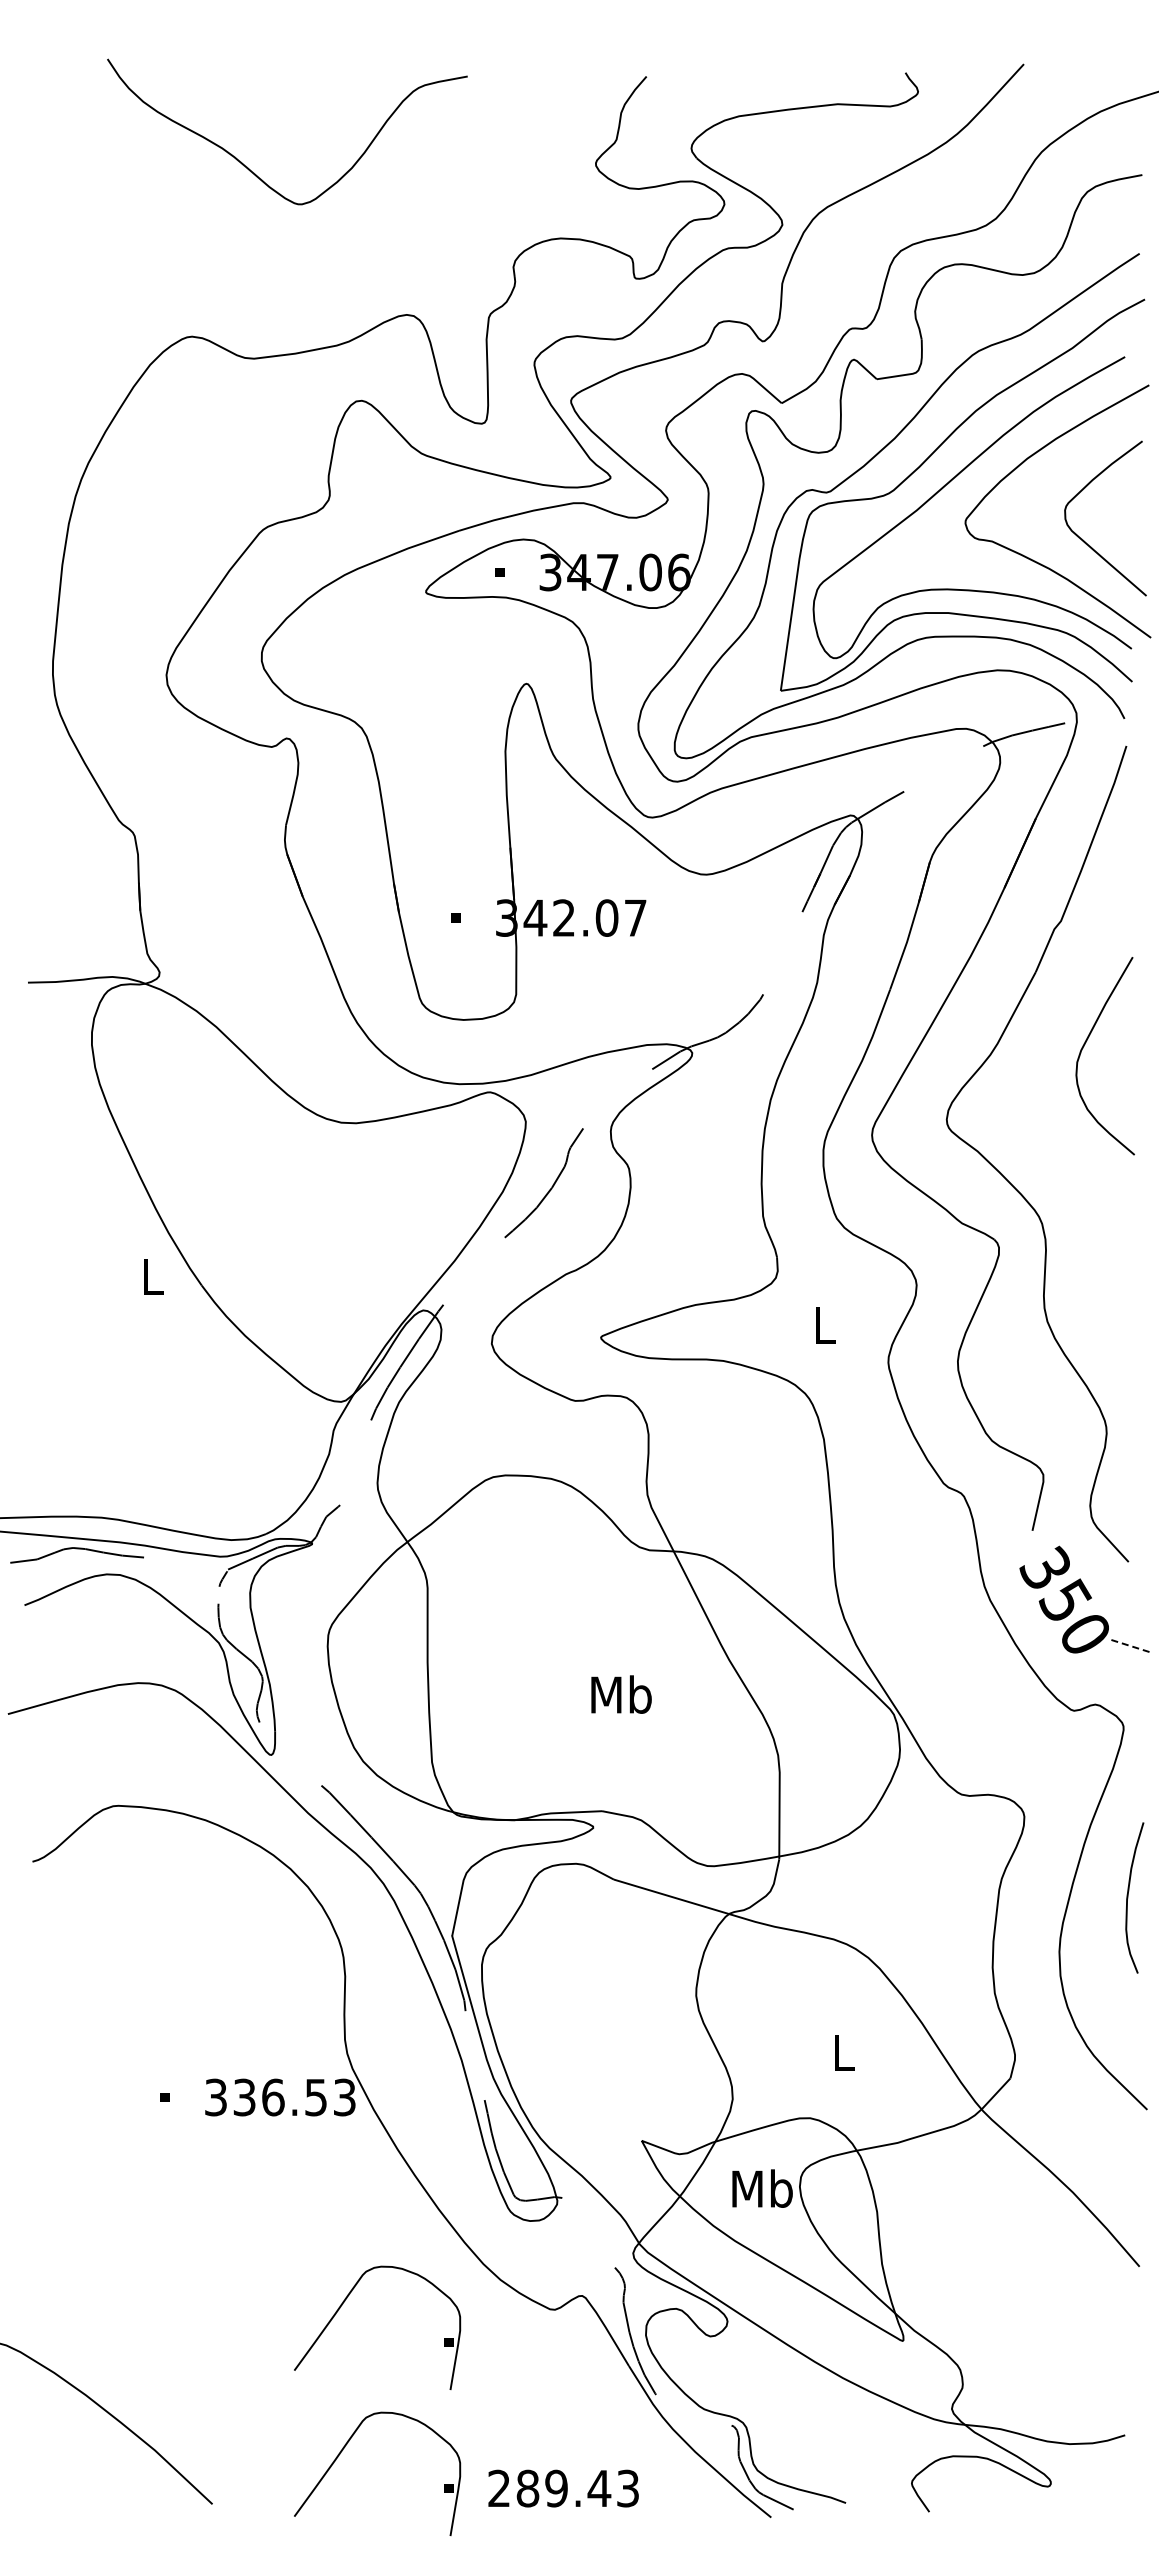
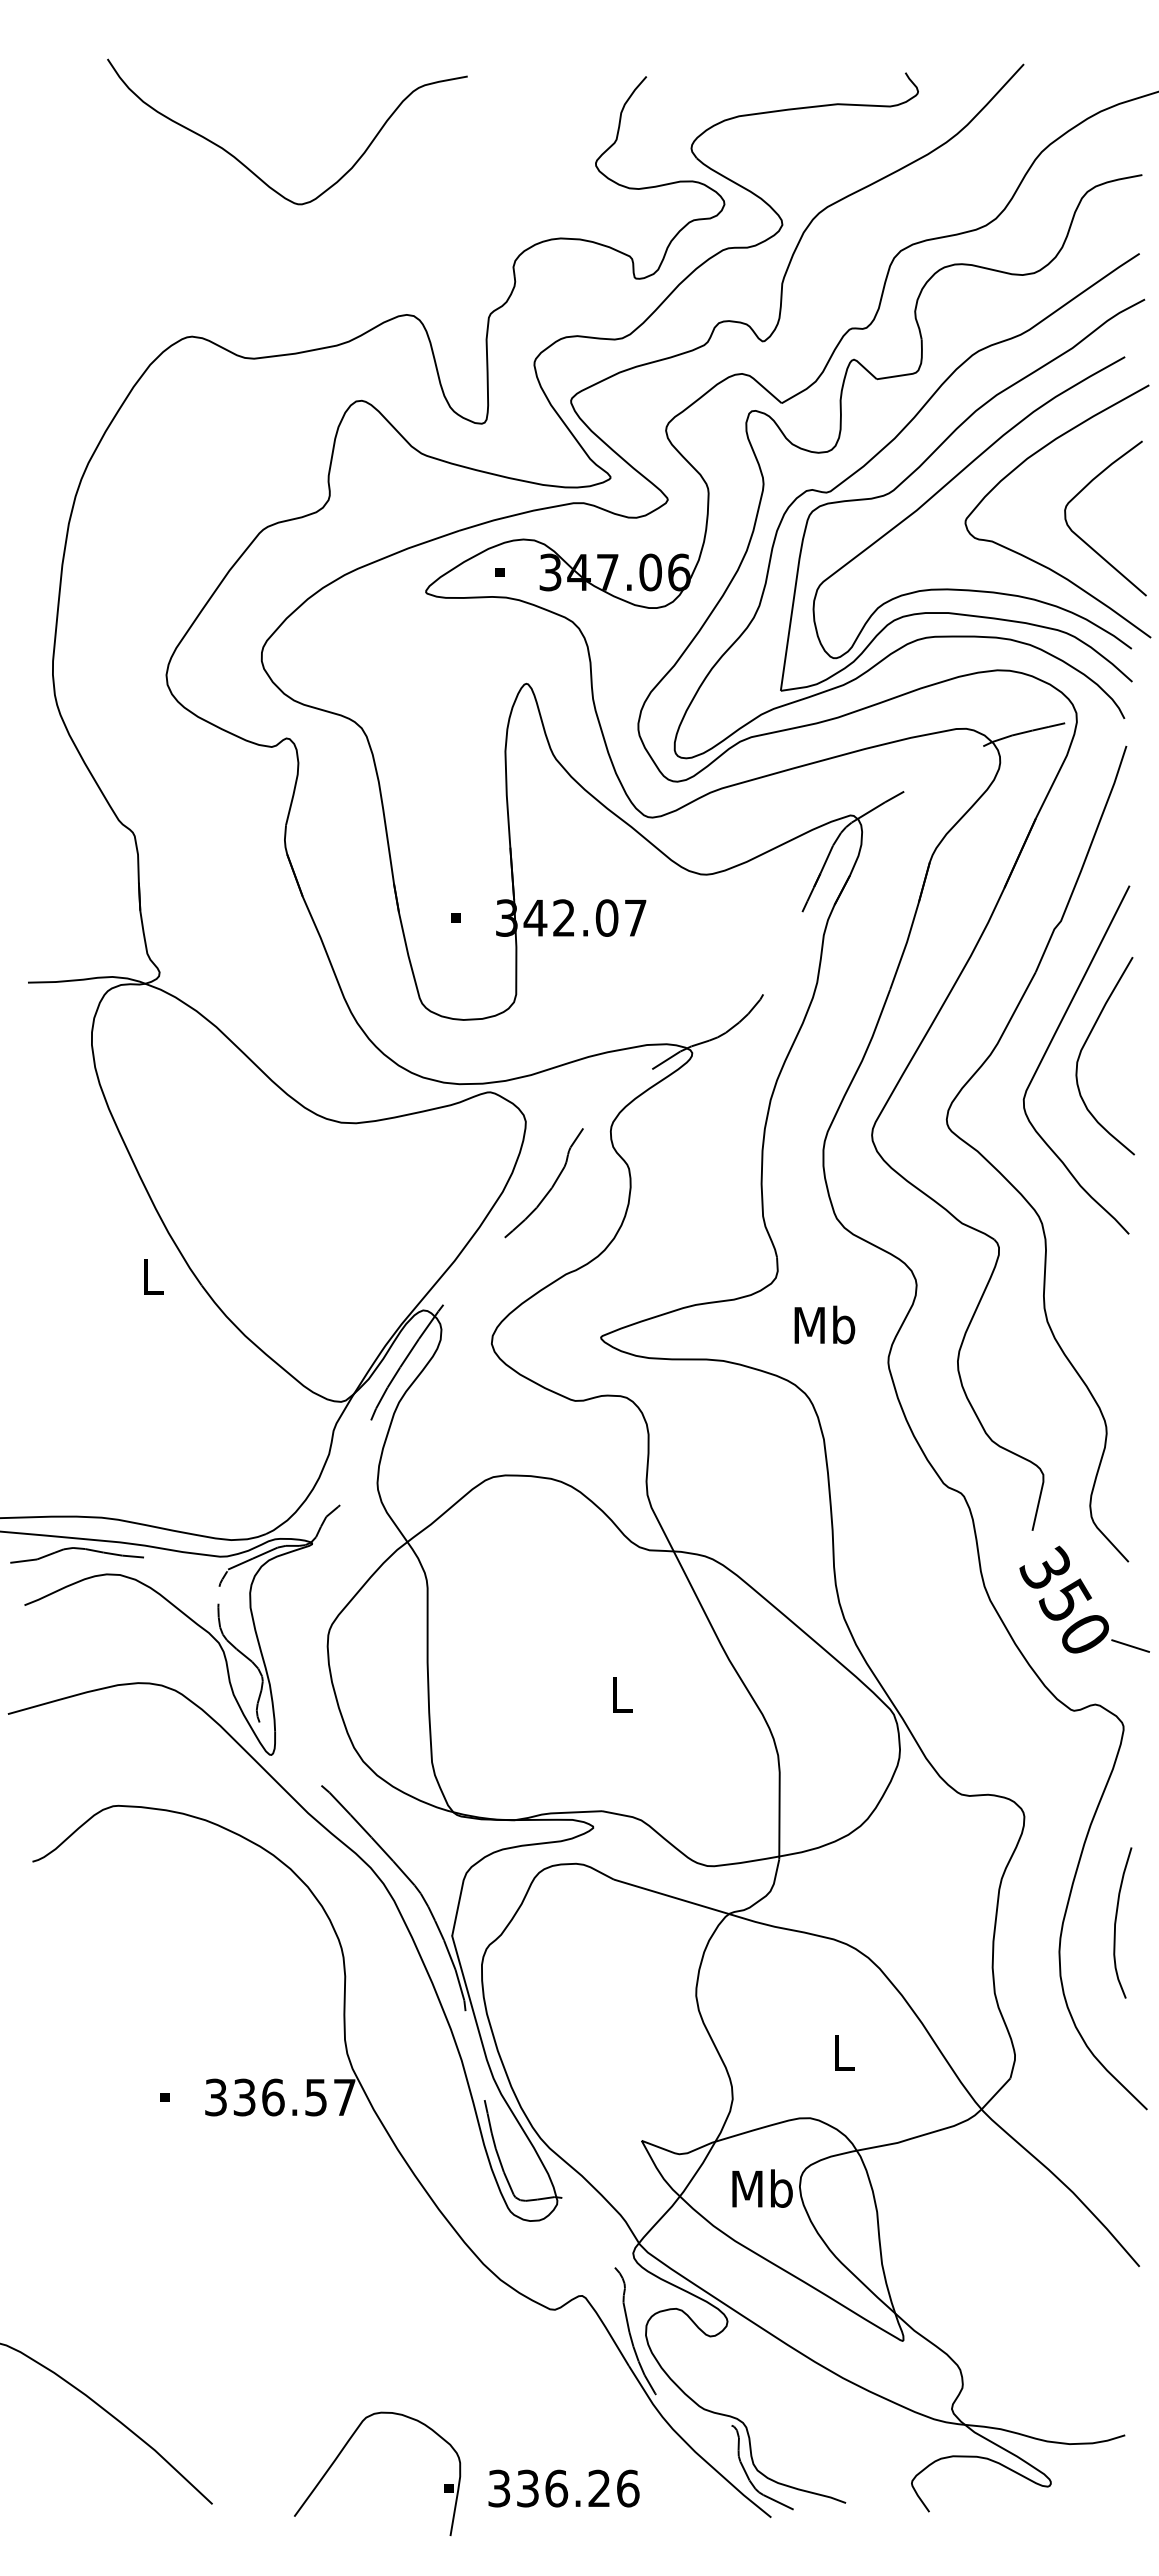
curve at (1050, 1045): none -> present
text at (824, 1324): L -> Mb
line at (1131, 1646): dashed -> solid
text at (621, 1694): Mb -> L
curve at (1128, 1897) position: (1128, 1897) -> (1116, 1922)
text at (344, 2097): 336.53 -> 336.57
part at (343, 2304): present -> none
text at (563, 2488): 289.43 -> 336.26
